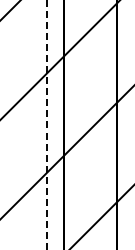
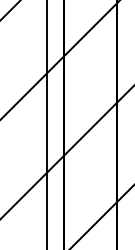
line at (47, 125): dashed -> solid
